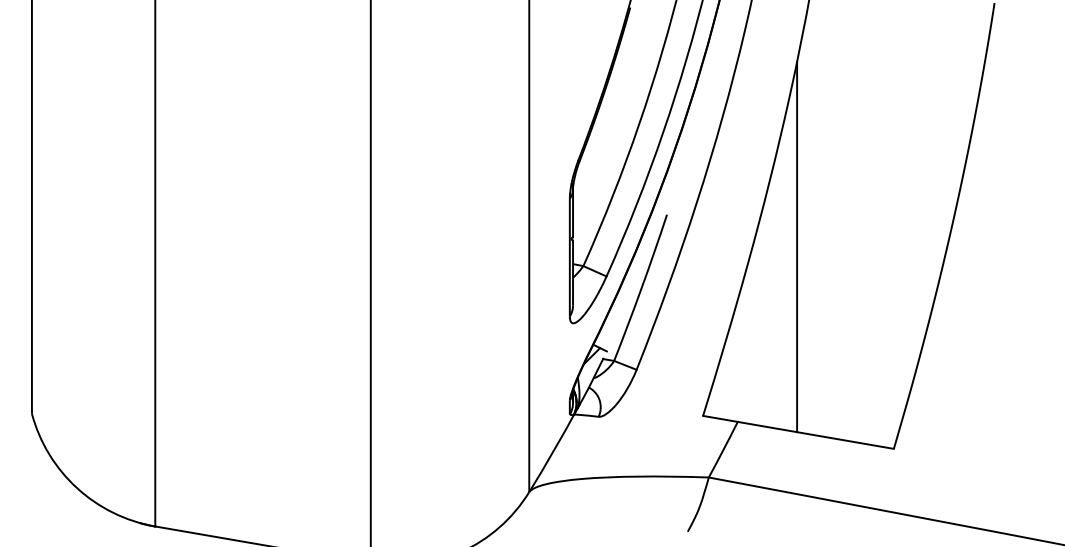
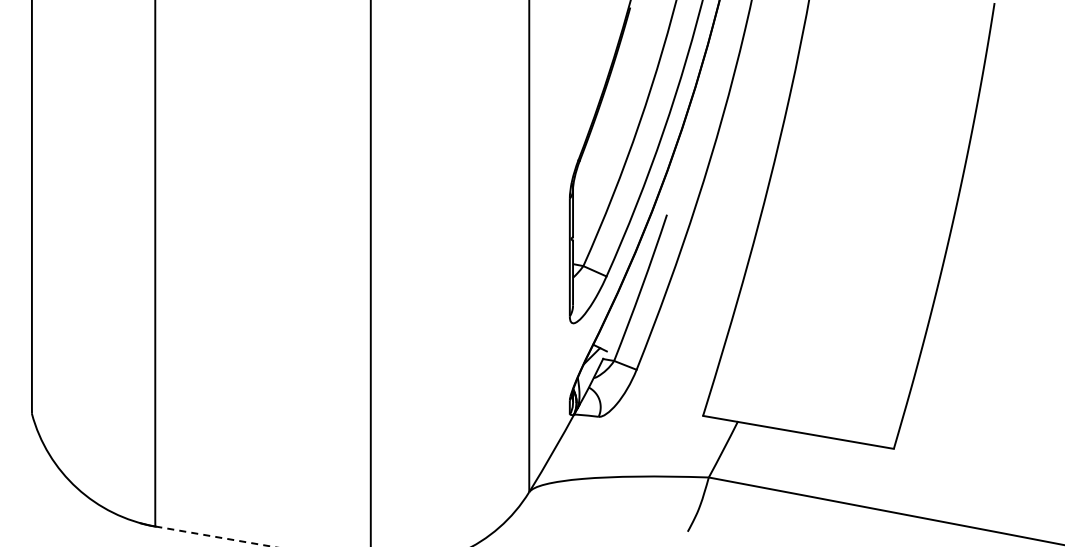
line at (797, 246): present -> none
line at (214, 536): solid -> dashed
